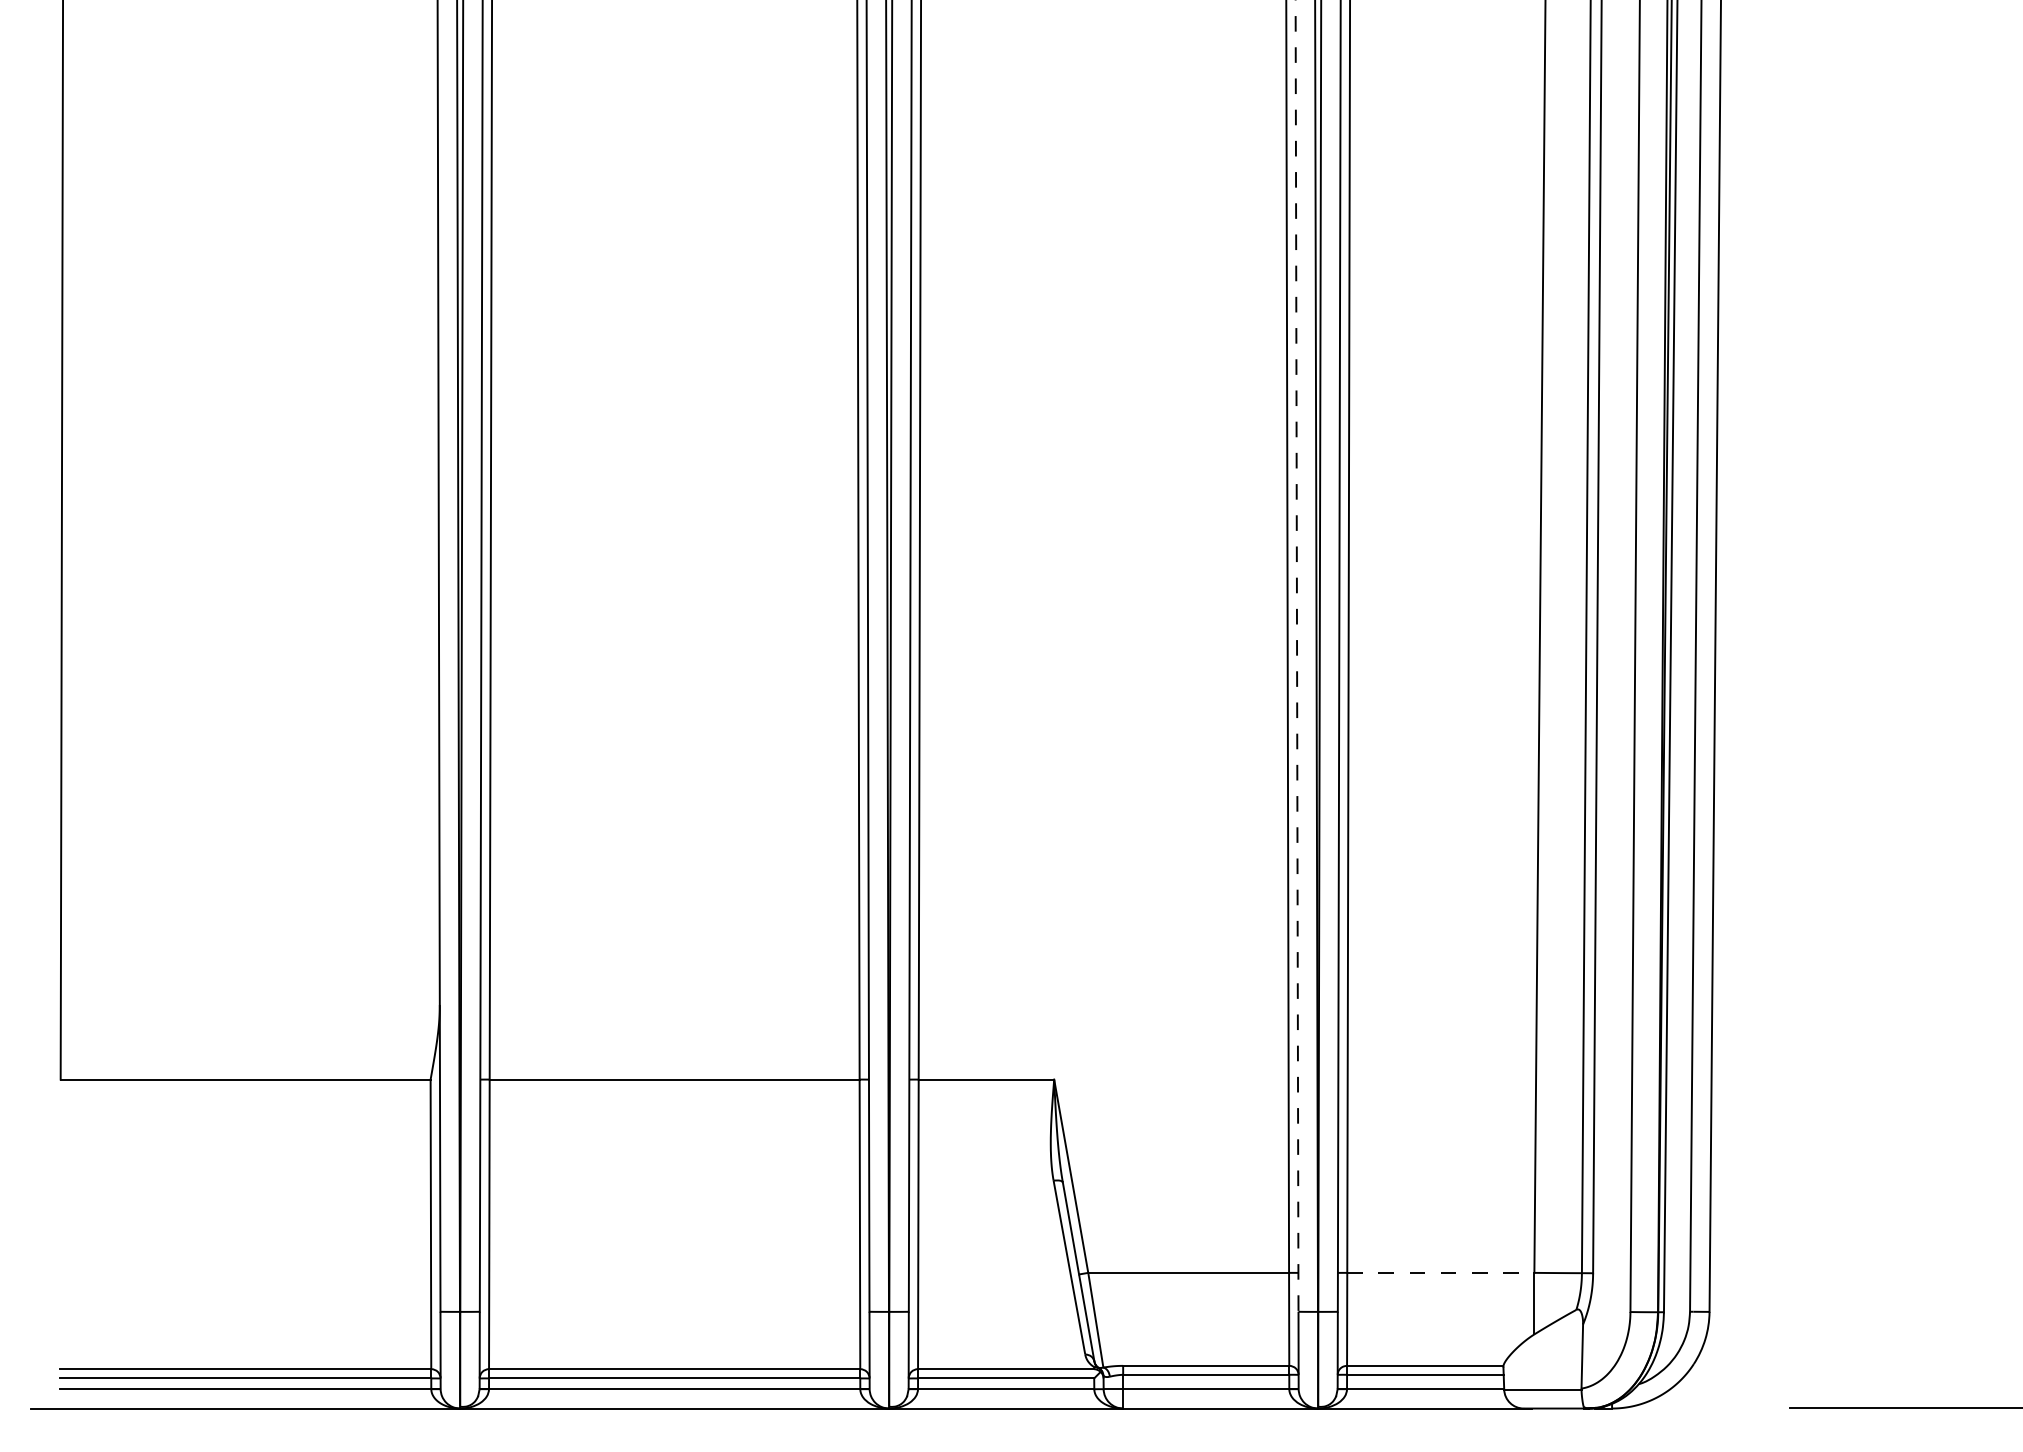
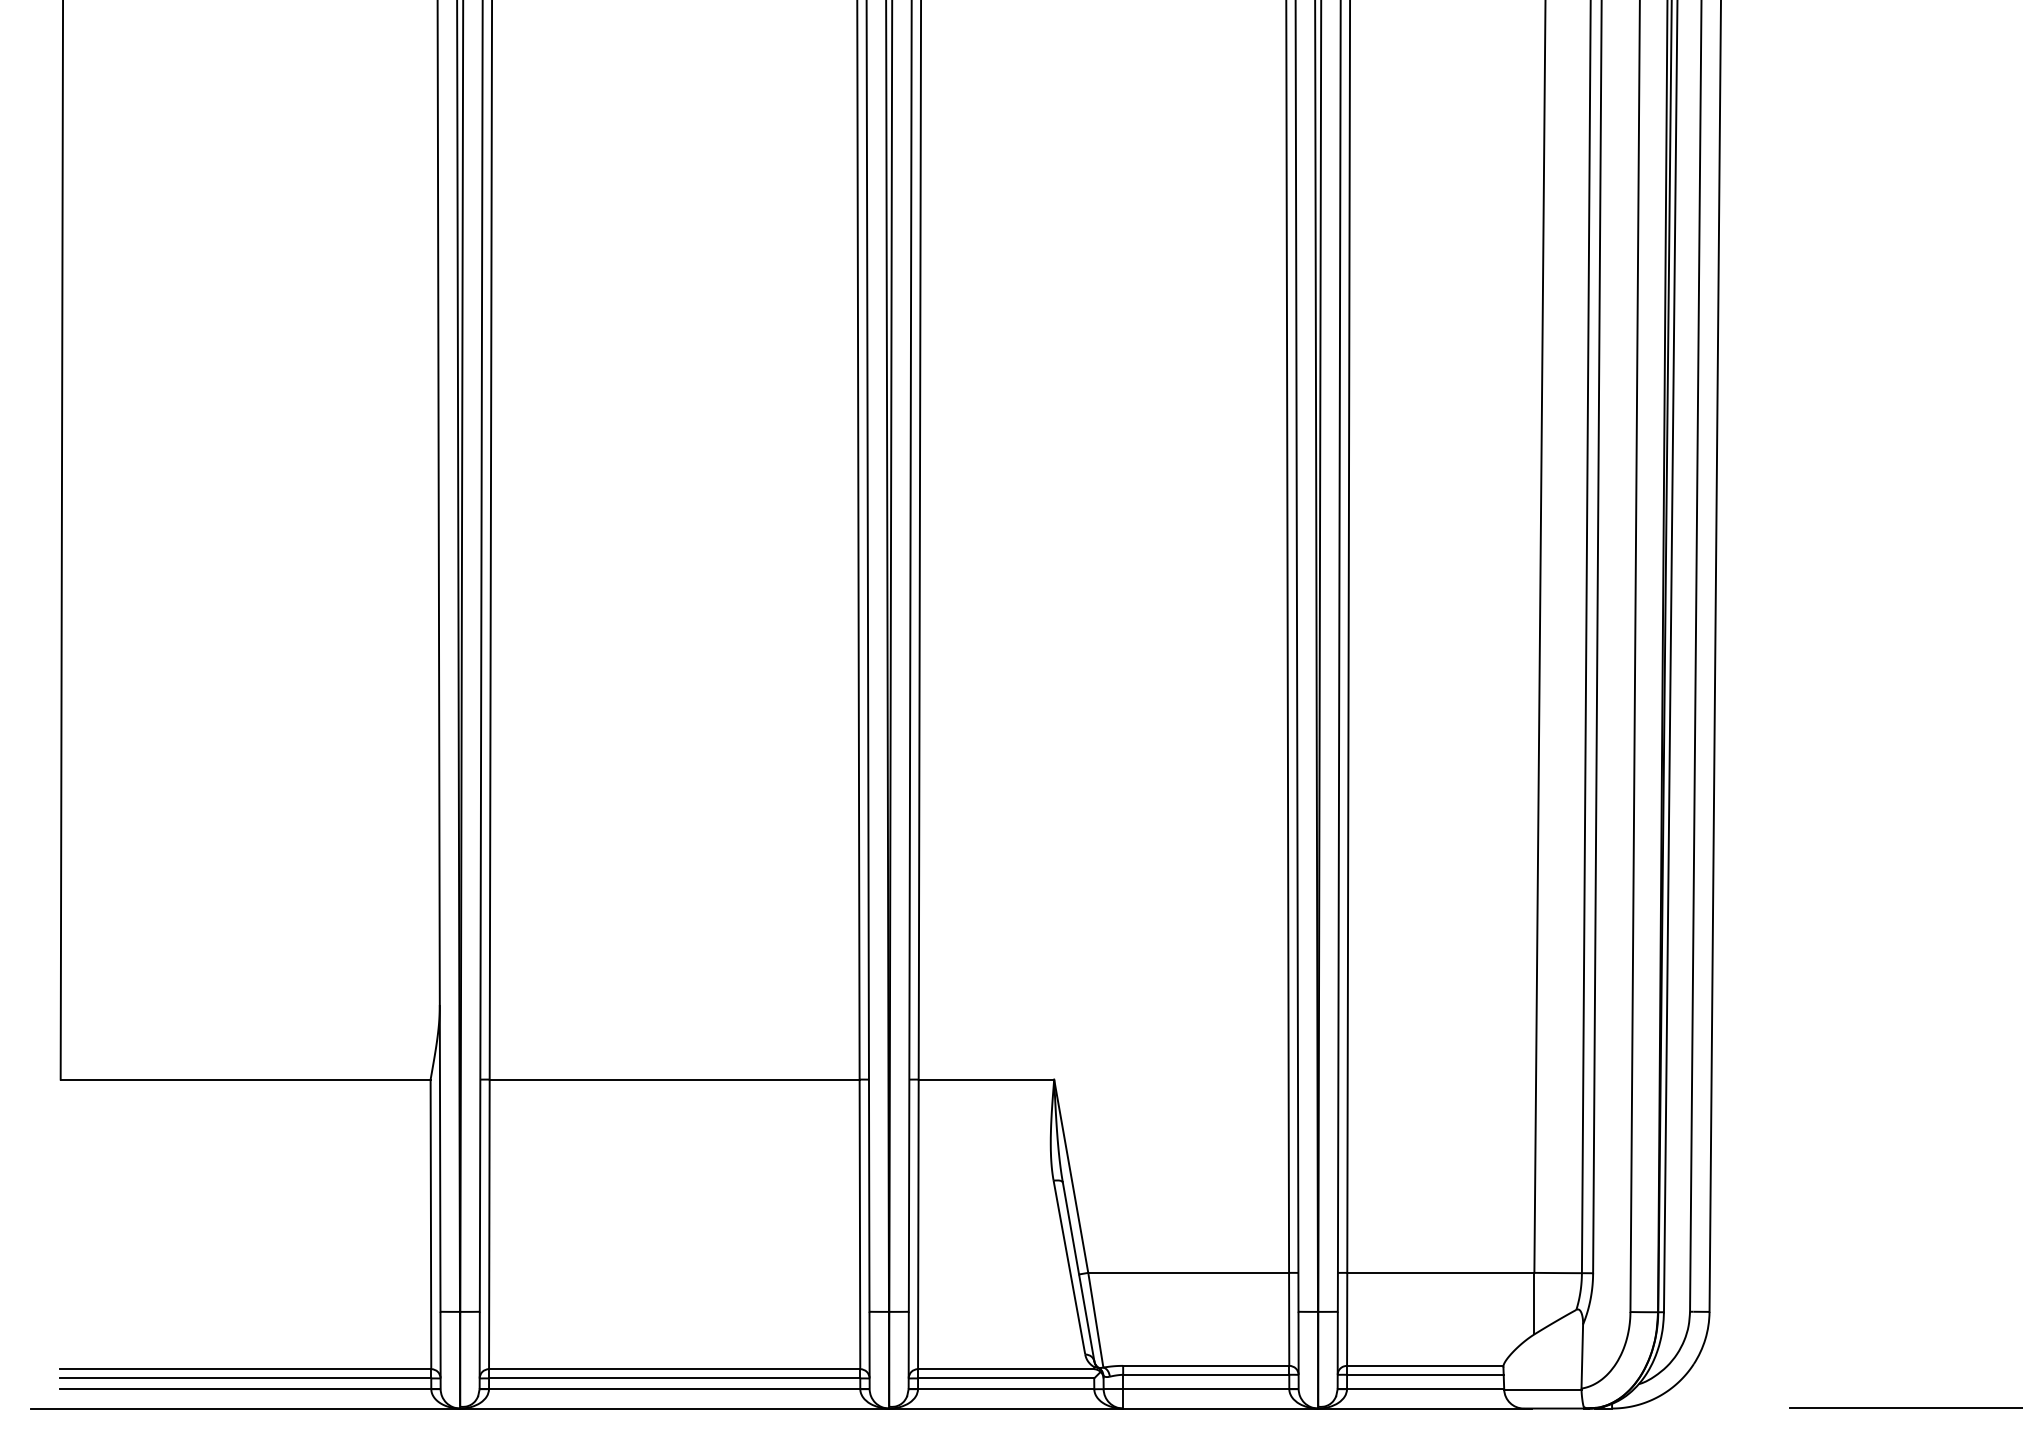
line at (1297, 656): dashed -> solid
line at (1440, 1272): dashed -> solid
